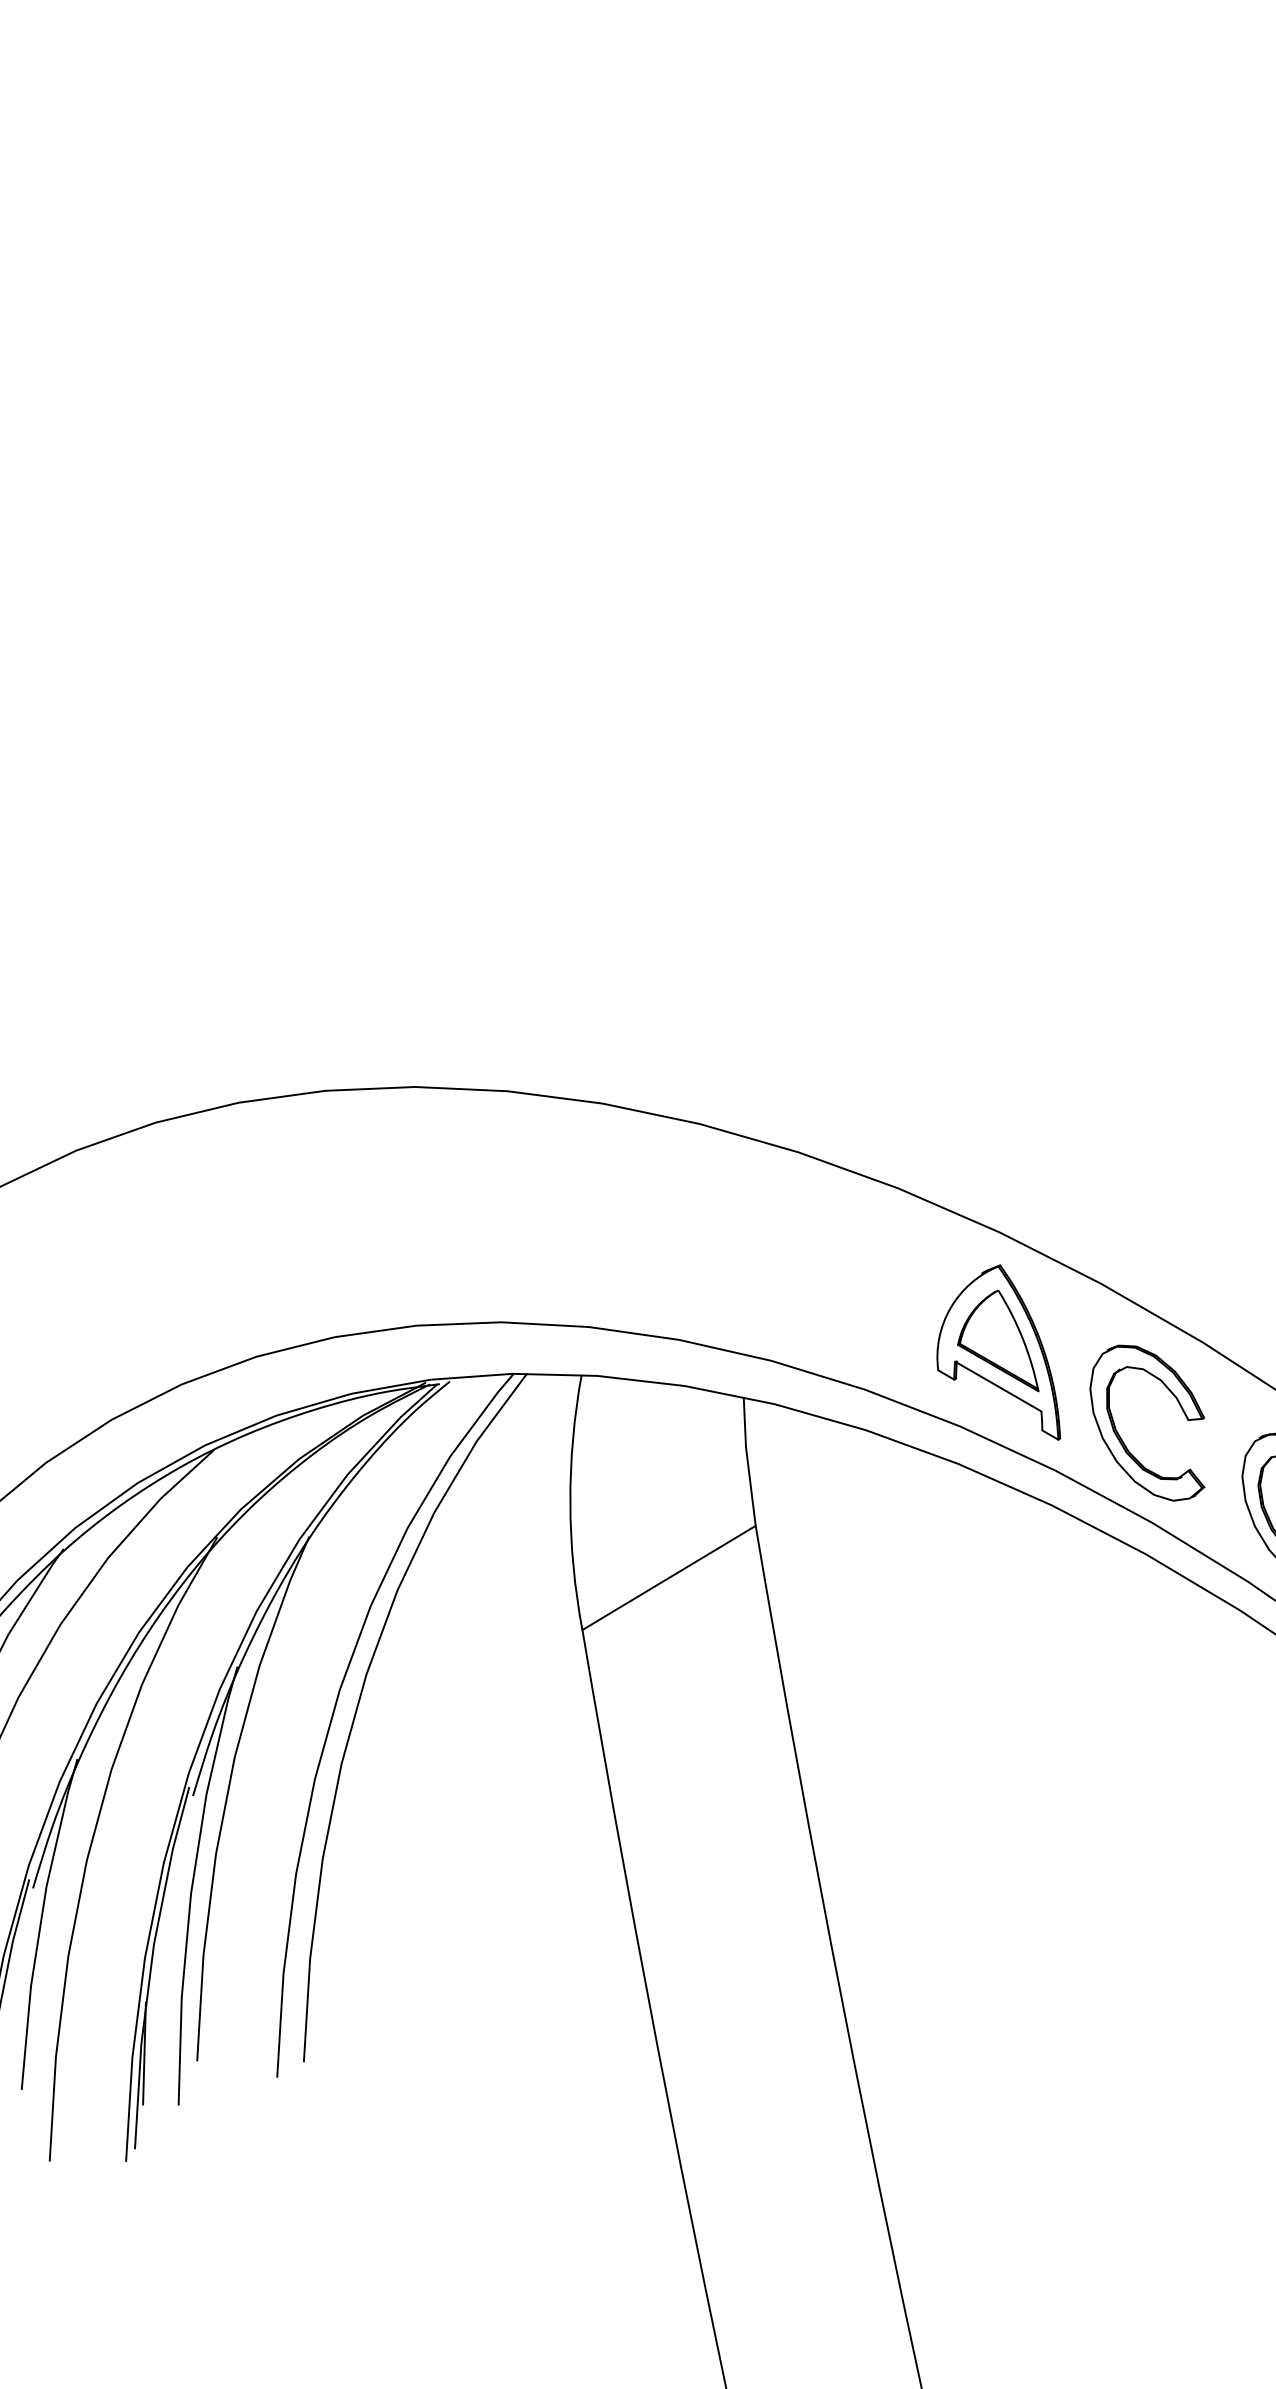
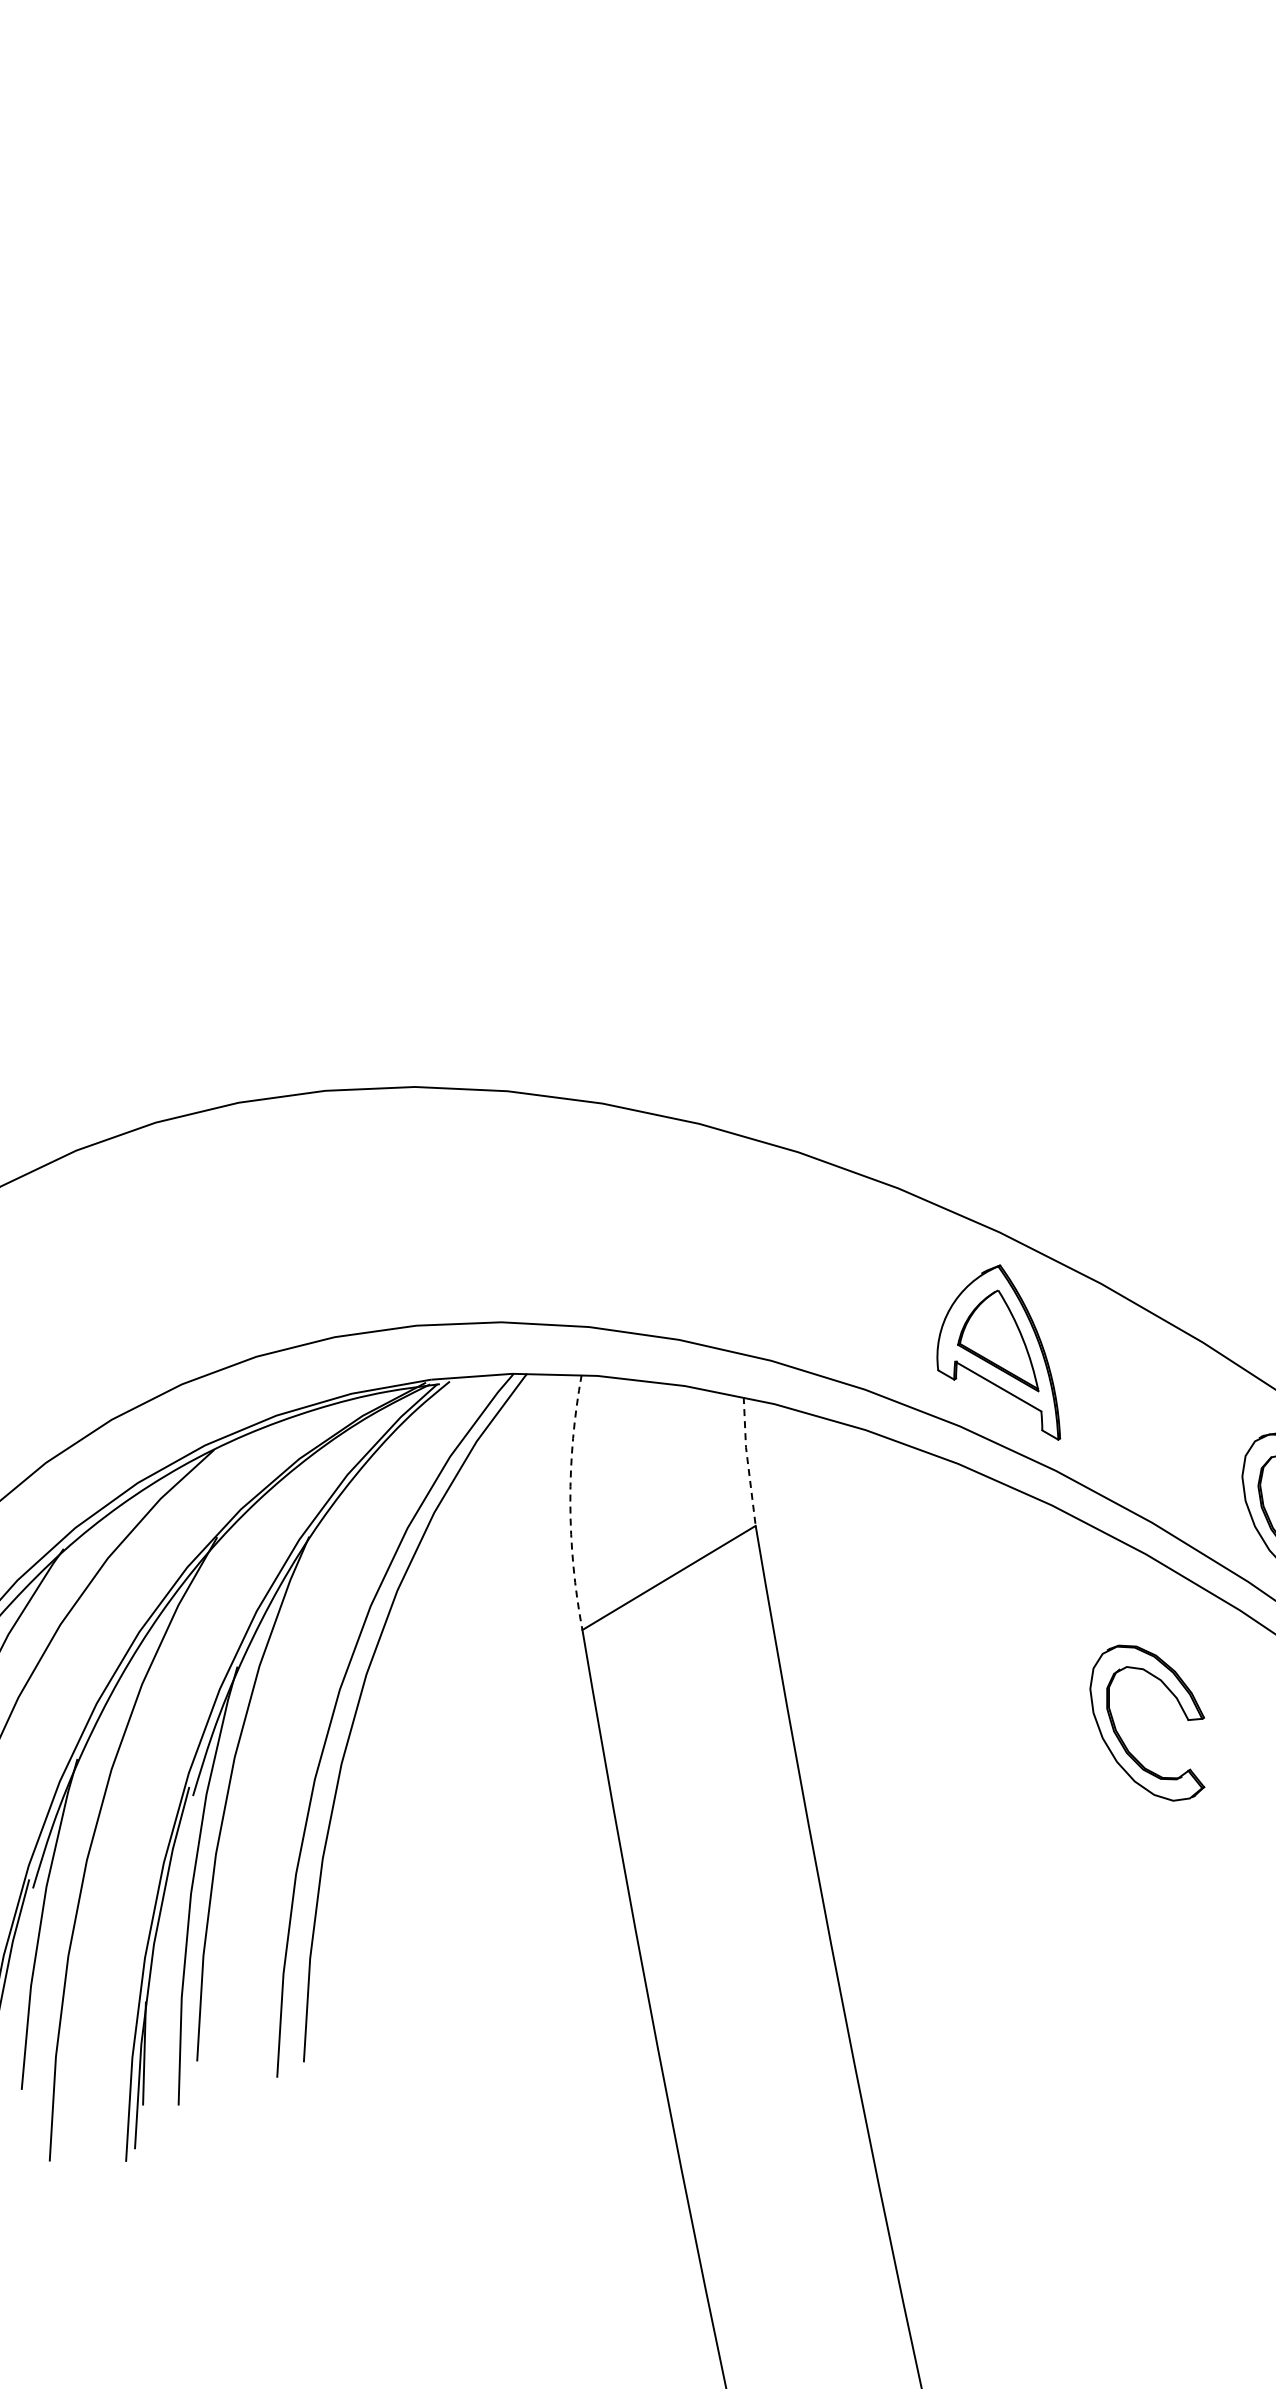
part at (1121, 1437) position: (1121, 1437) -> (1121, 1737)
line at (747, 1461): solid -> dashed
arc at (570, 1502): solid -> dashed
